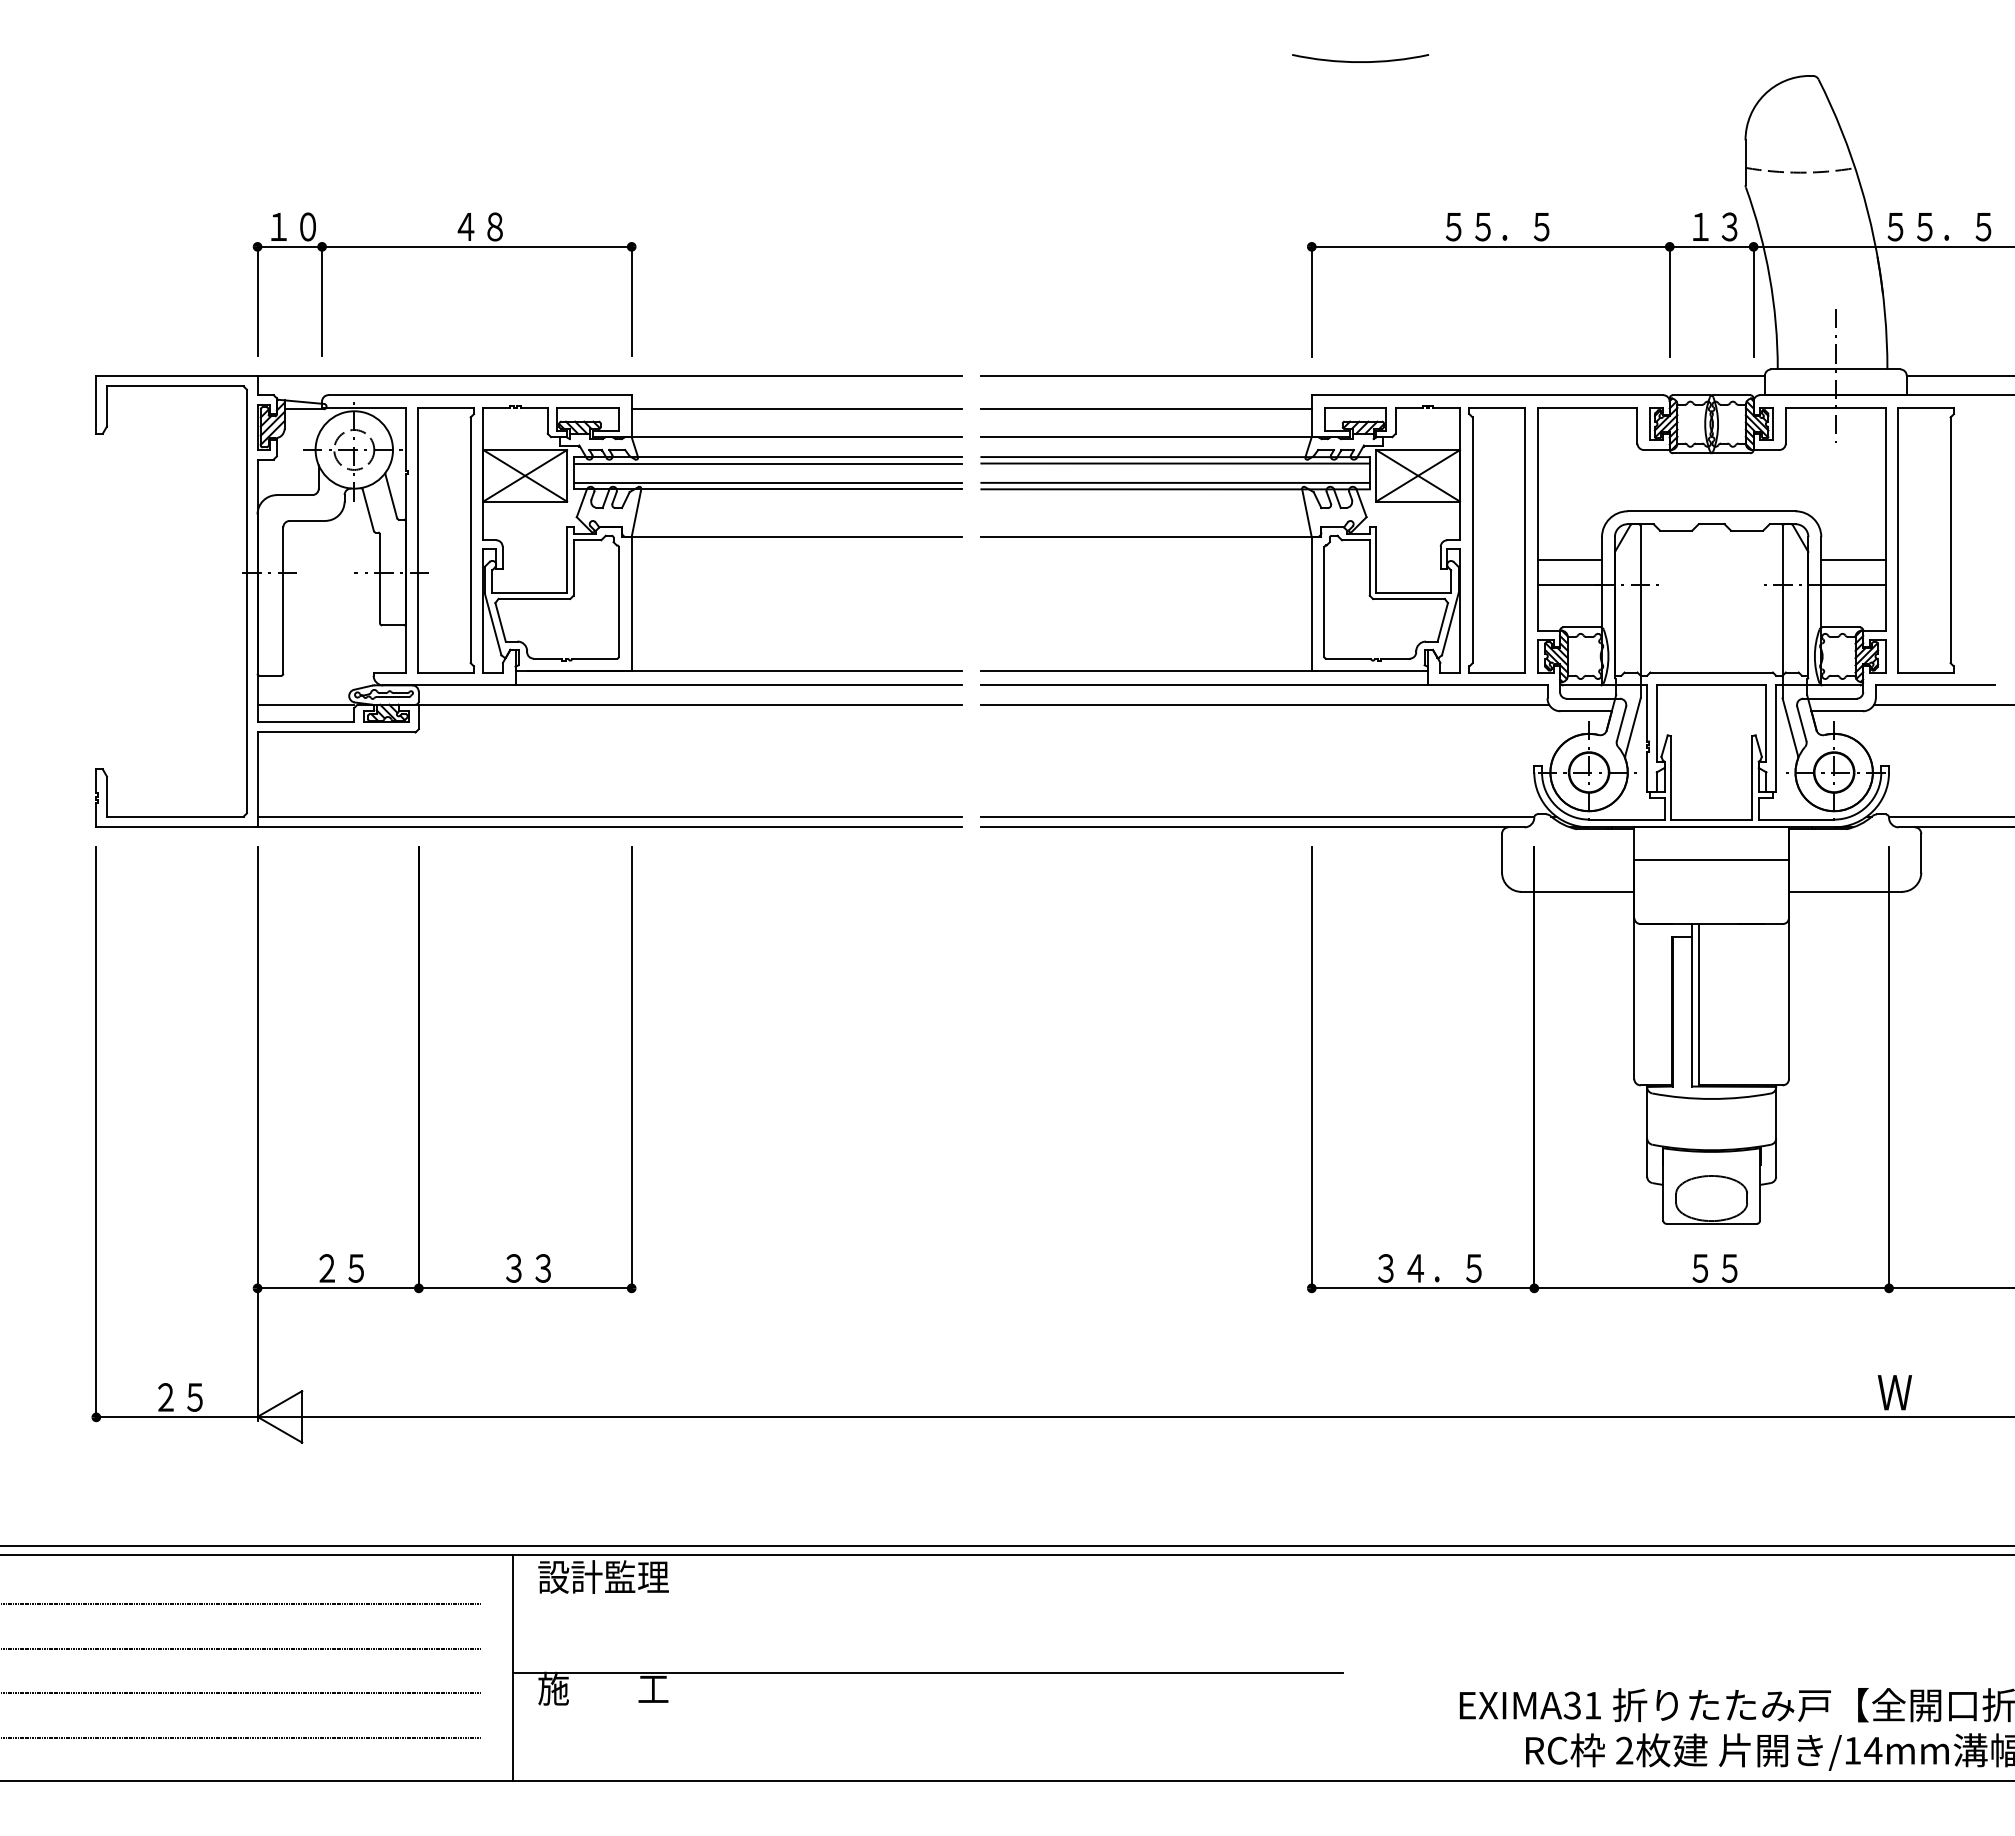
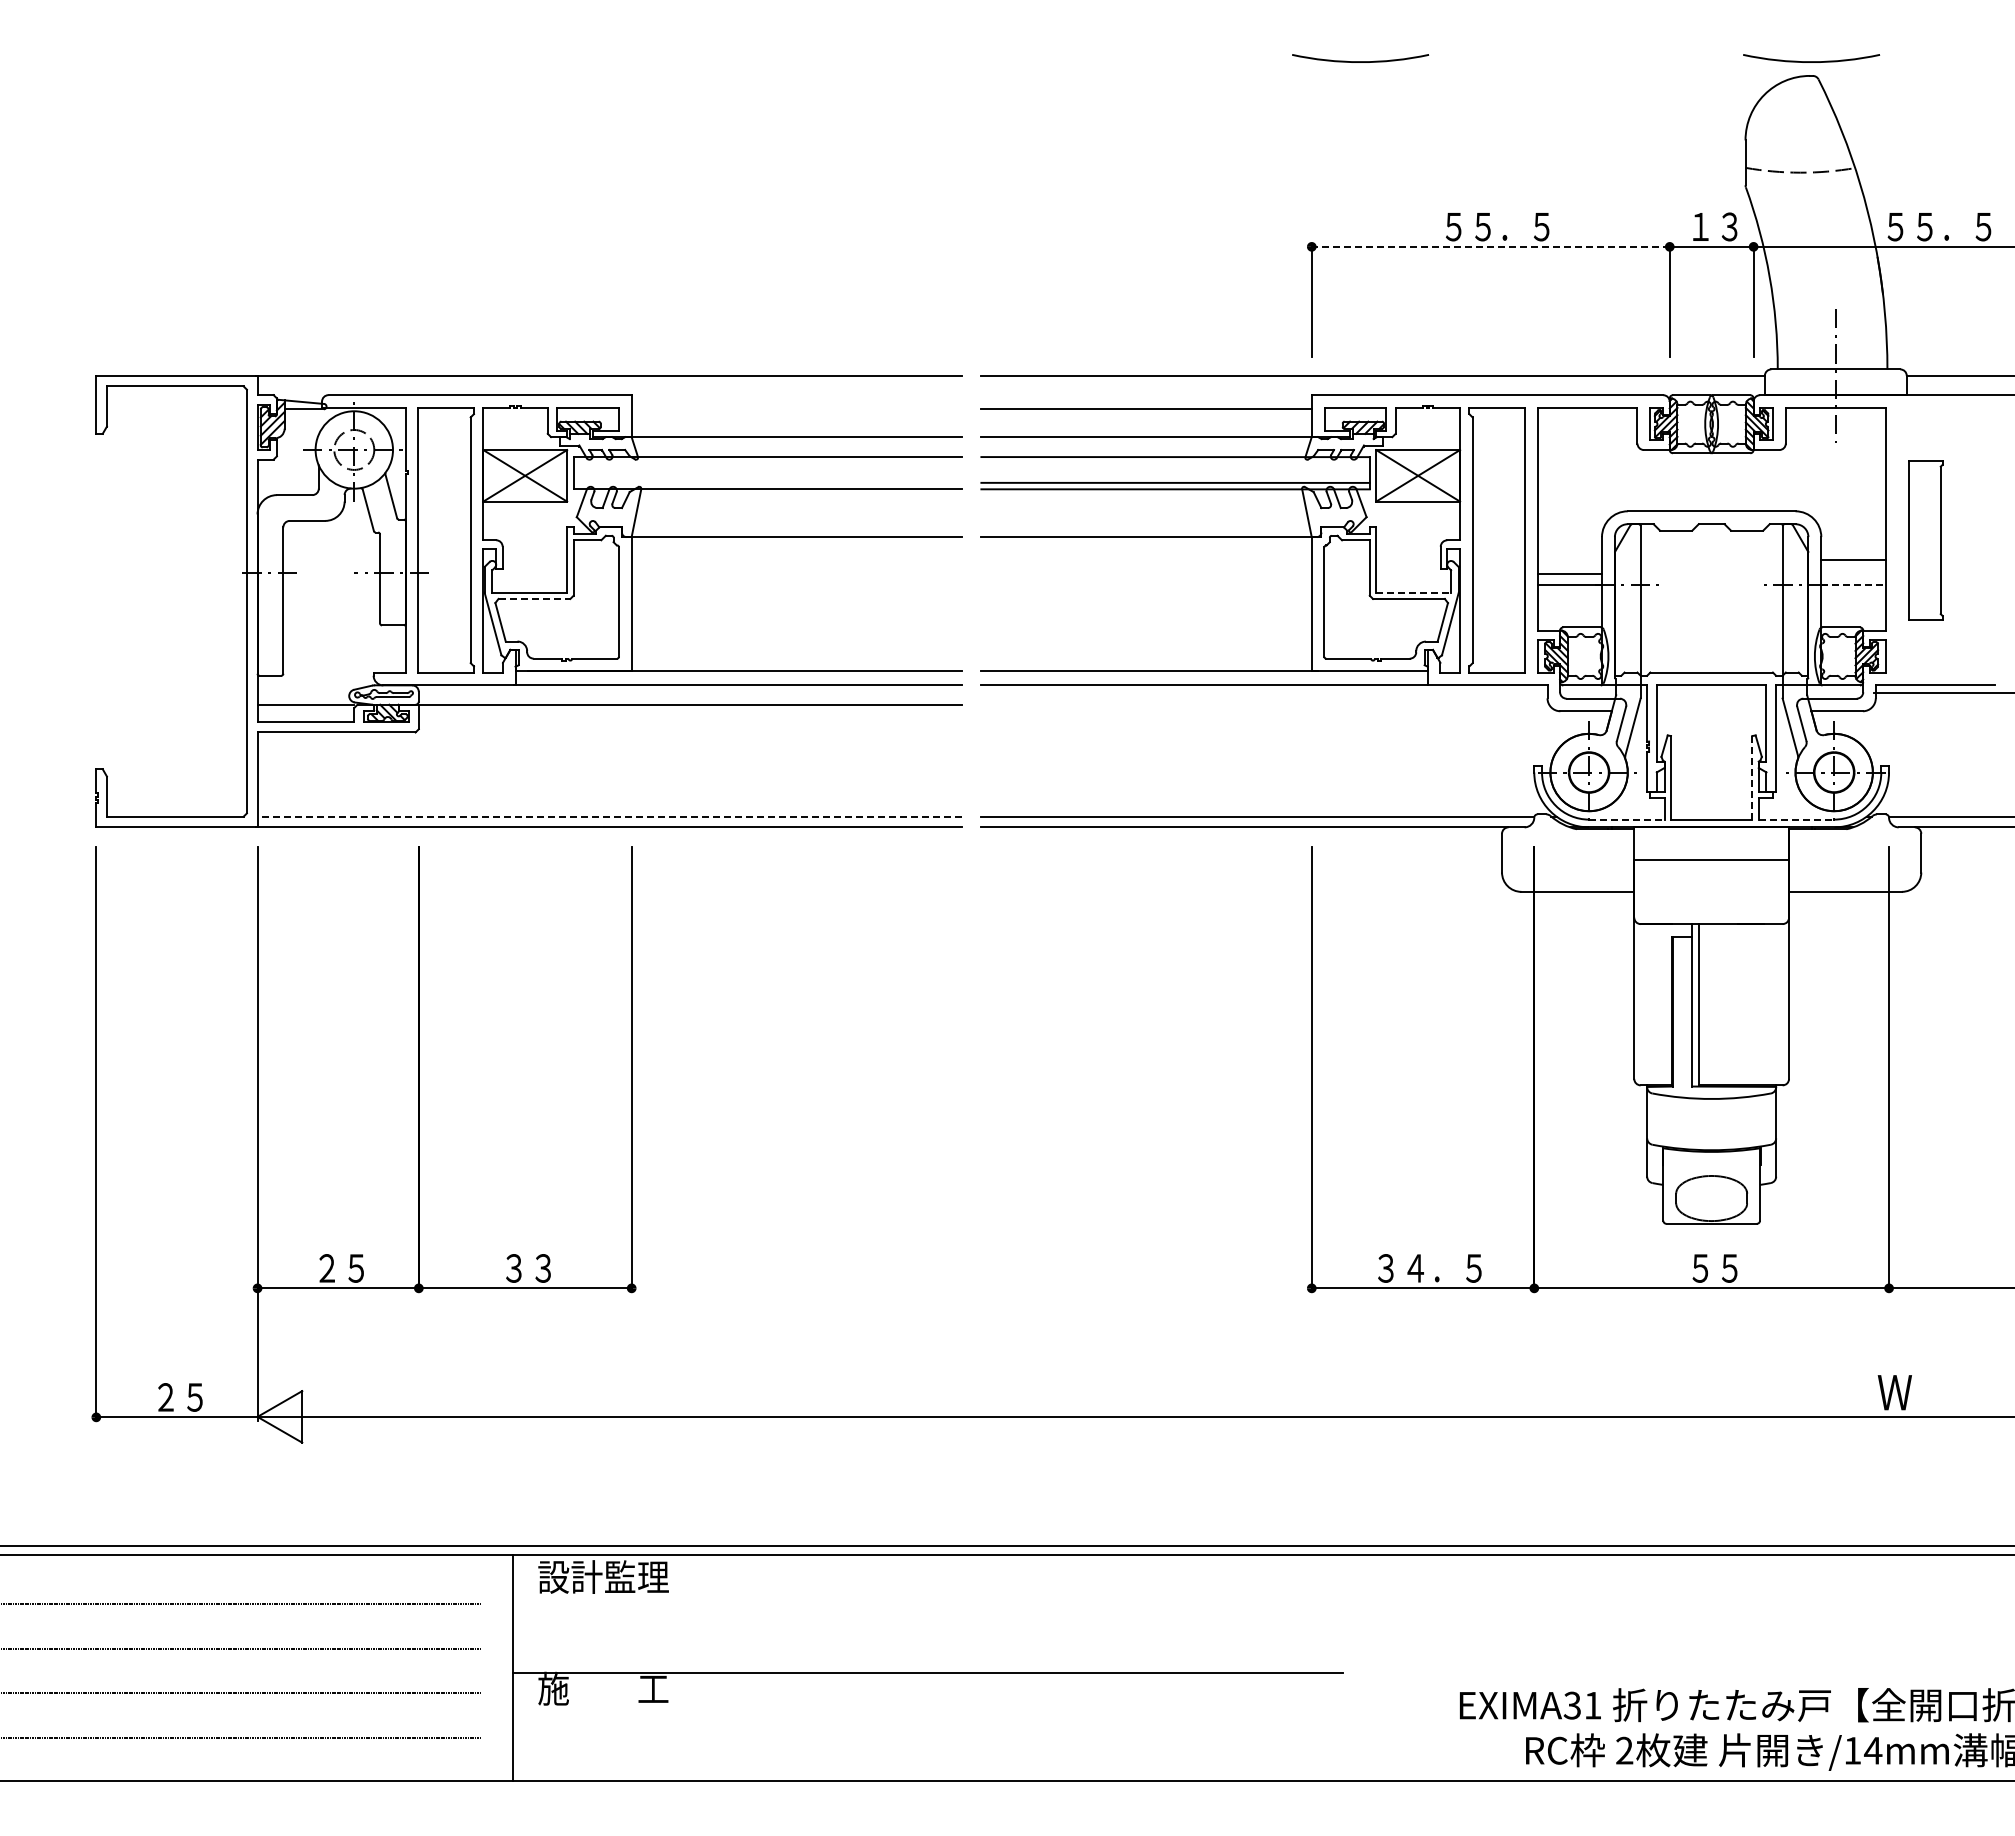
arc at (1811, 61): none -> present
line at (1490, 246): solid -> dashed
part at (444, 247): present -> none
line at (796, 409): present -> none
line at (767, 463): present -> none
line at (1175, 463): present -> none
line at (767, 482): present -> none
part at (1925, 540) size: 58x267 px -> 36x161 px
line at (1569, 559) position: (1569, 559) -> (1569, 573)
line at (1854, 585): solid -> dashed
line at (1414, 592): solid -> dashed
line at (534, 598): solid -> dashed
line at (1265, 704): present -> none
line at (1942, 704) position: (1942, 704) -> (1942, 692)
line at (1752, 777): solid -> dashed
line at (609, 816): solid -> dashed
line at (1626, 819): solid -> dashed
line at (1796, 819): solid -> dashed
